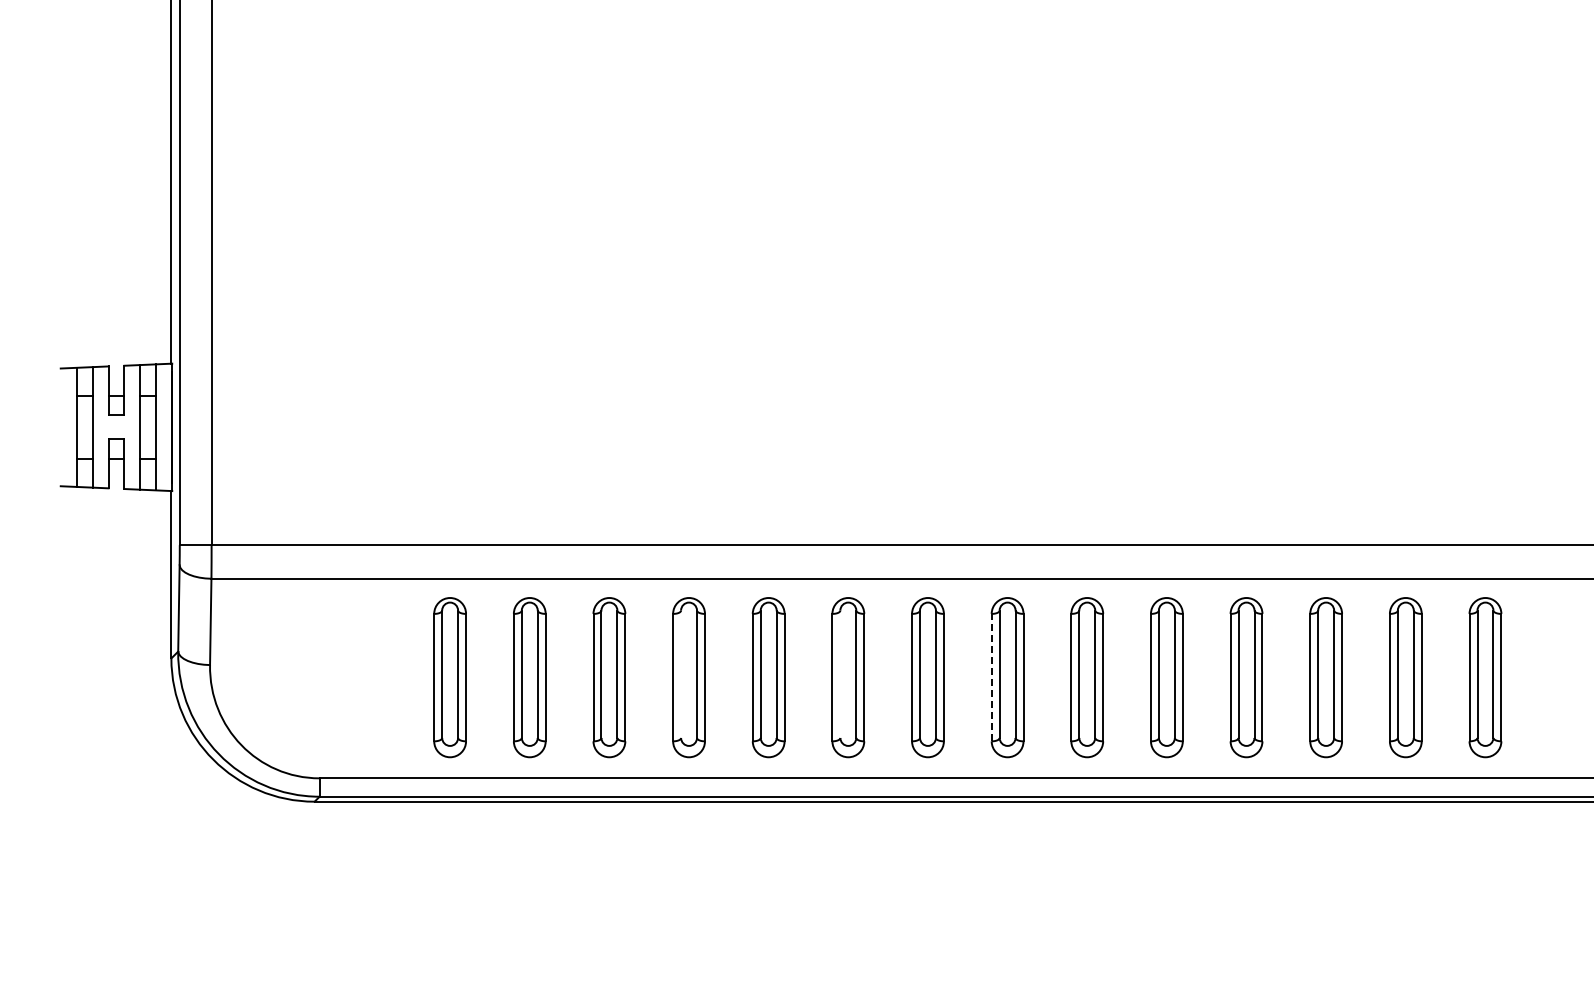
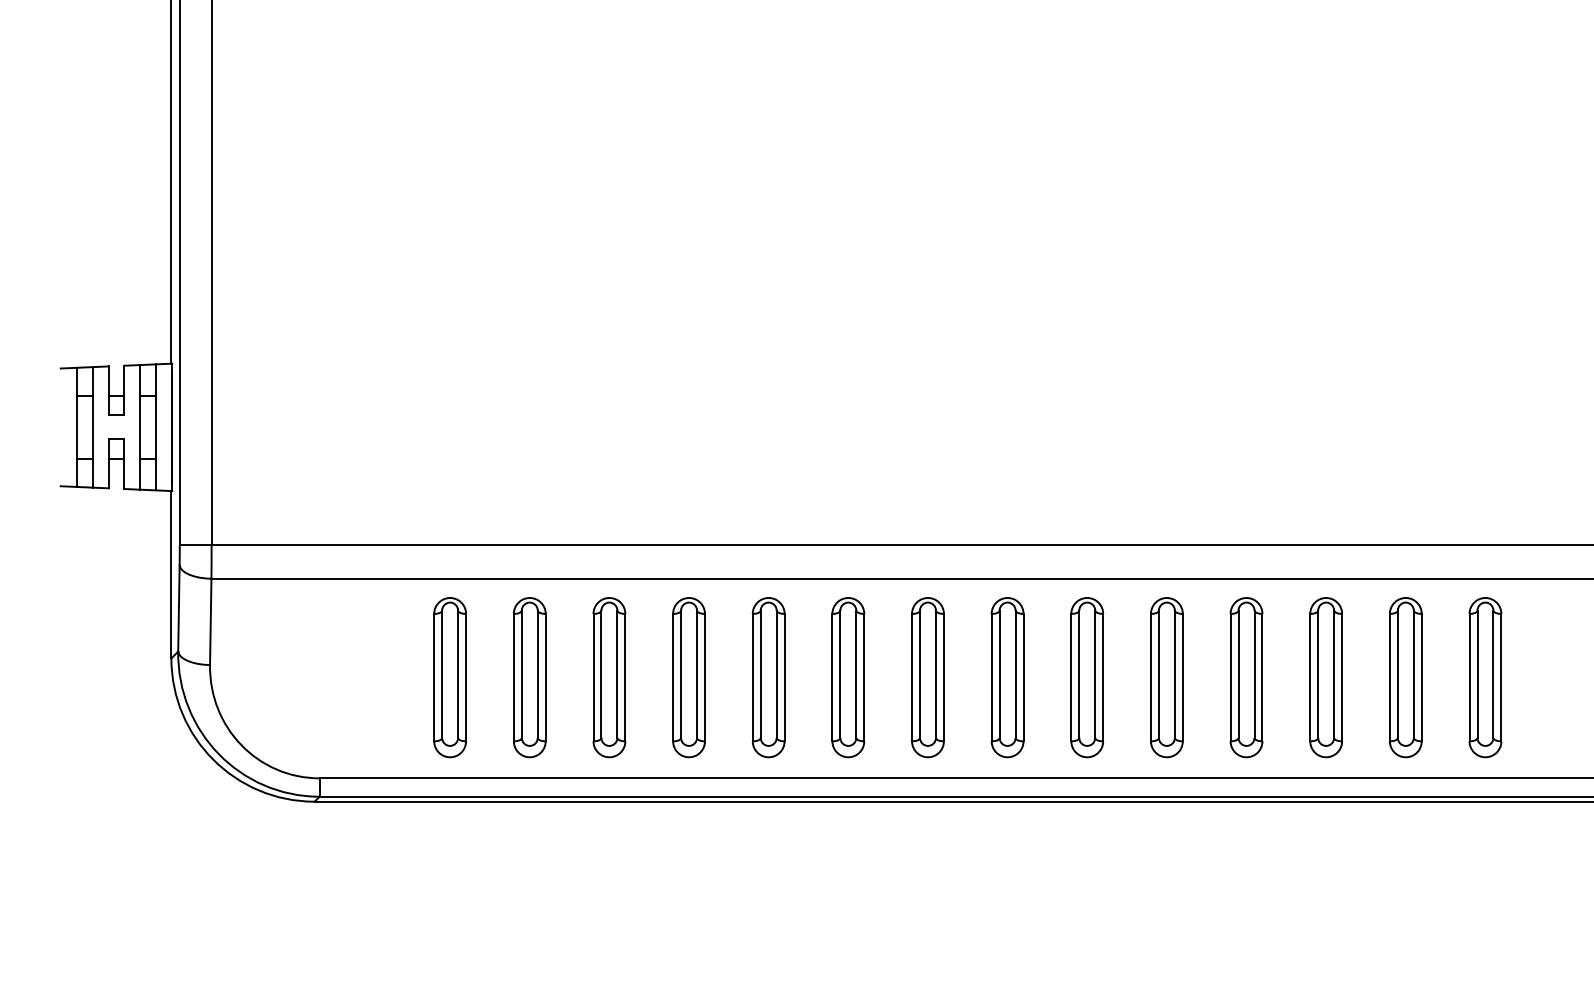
line at (681, 673): none -> present
line at (840, 673): none -> present
line at (991, 677): dashed -> solid
